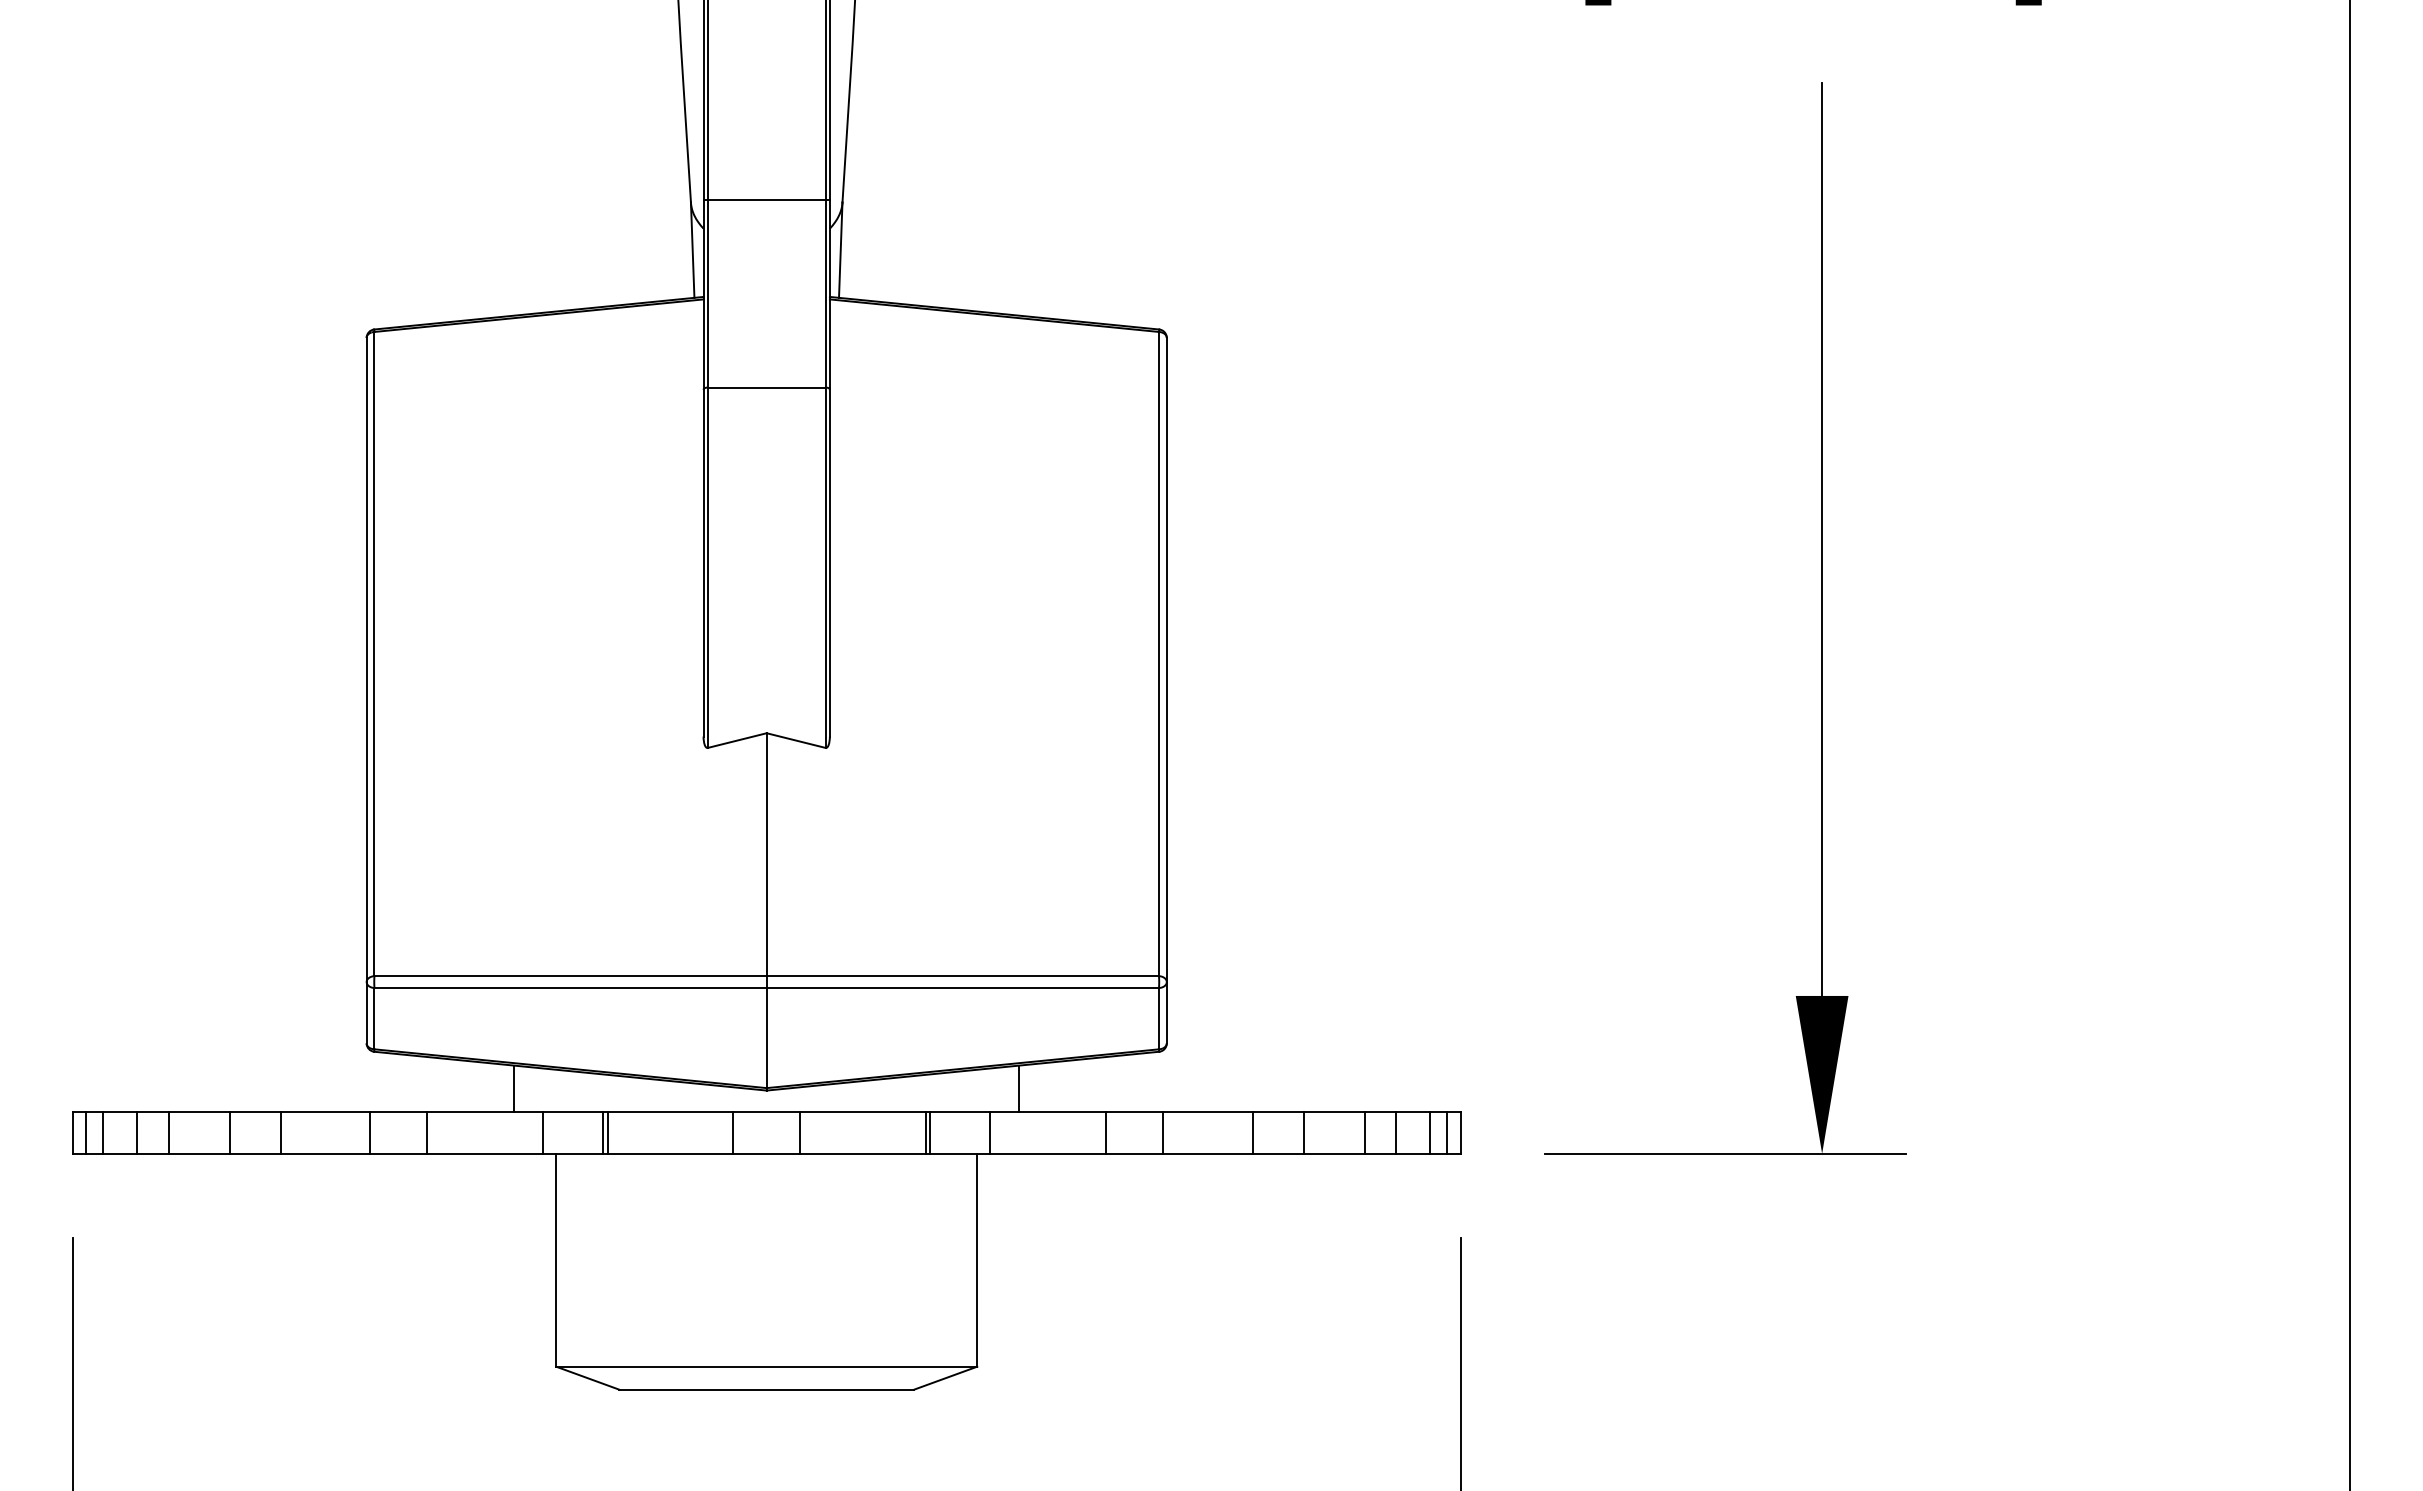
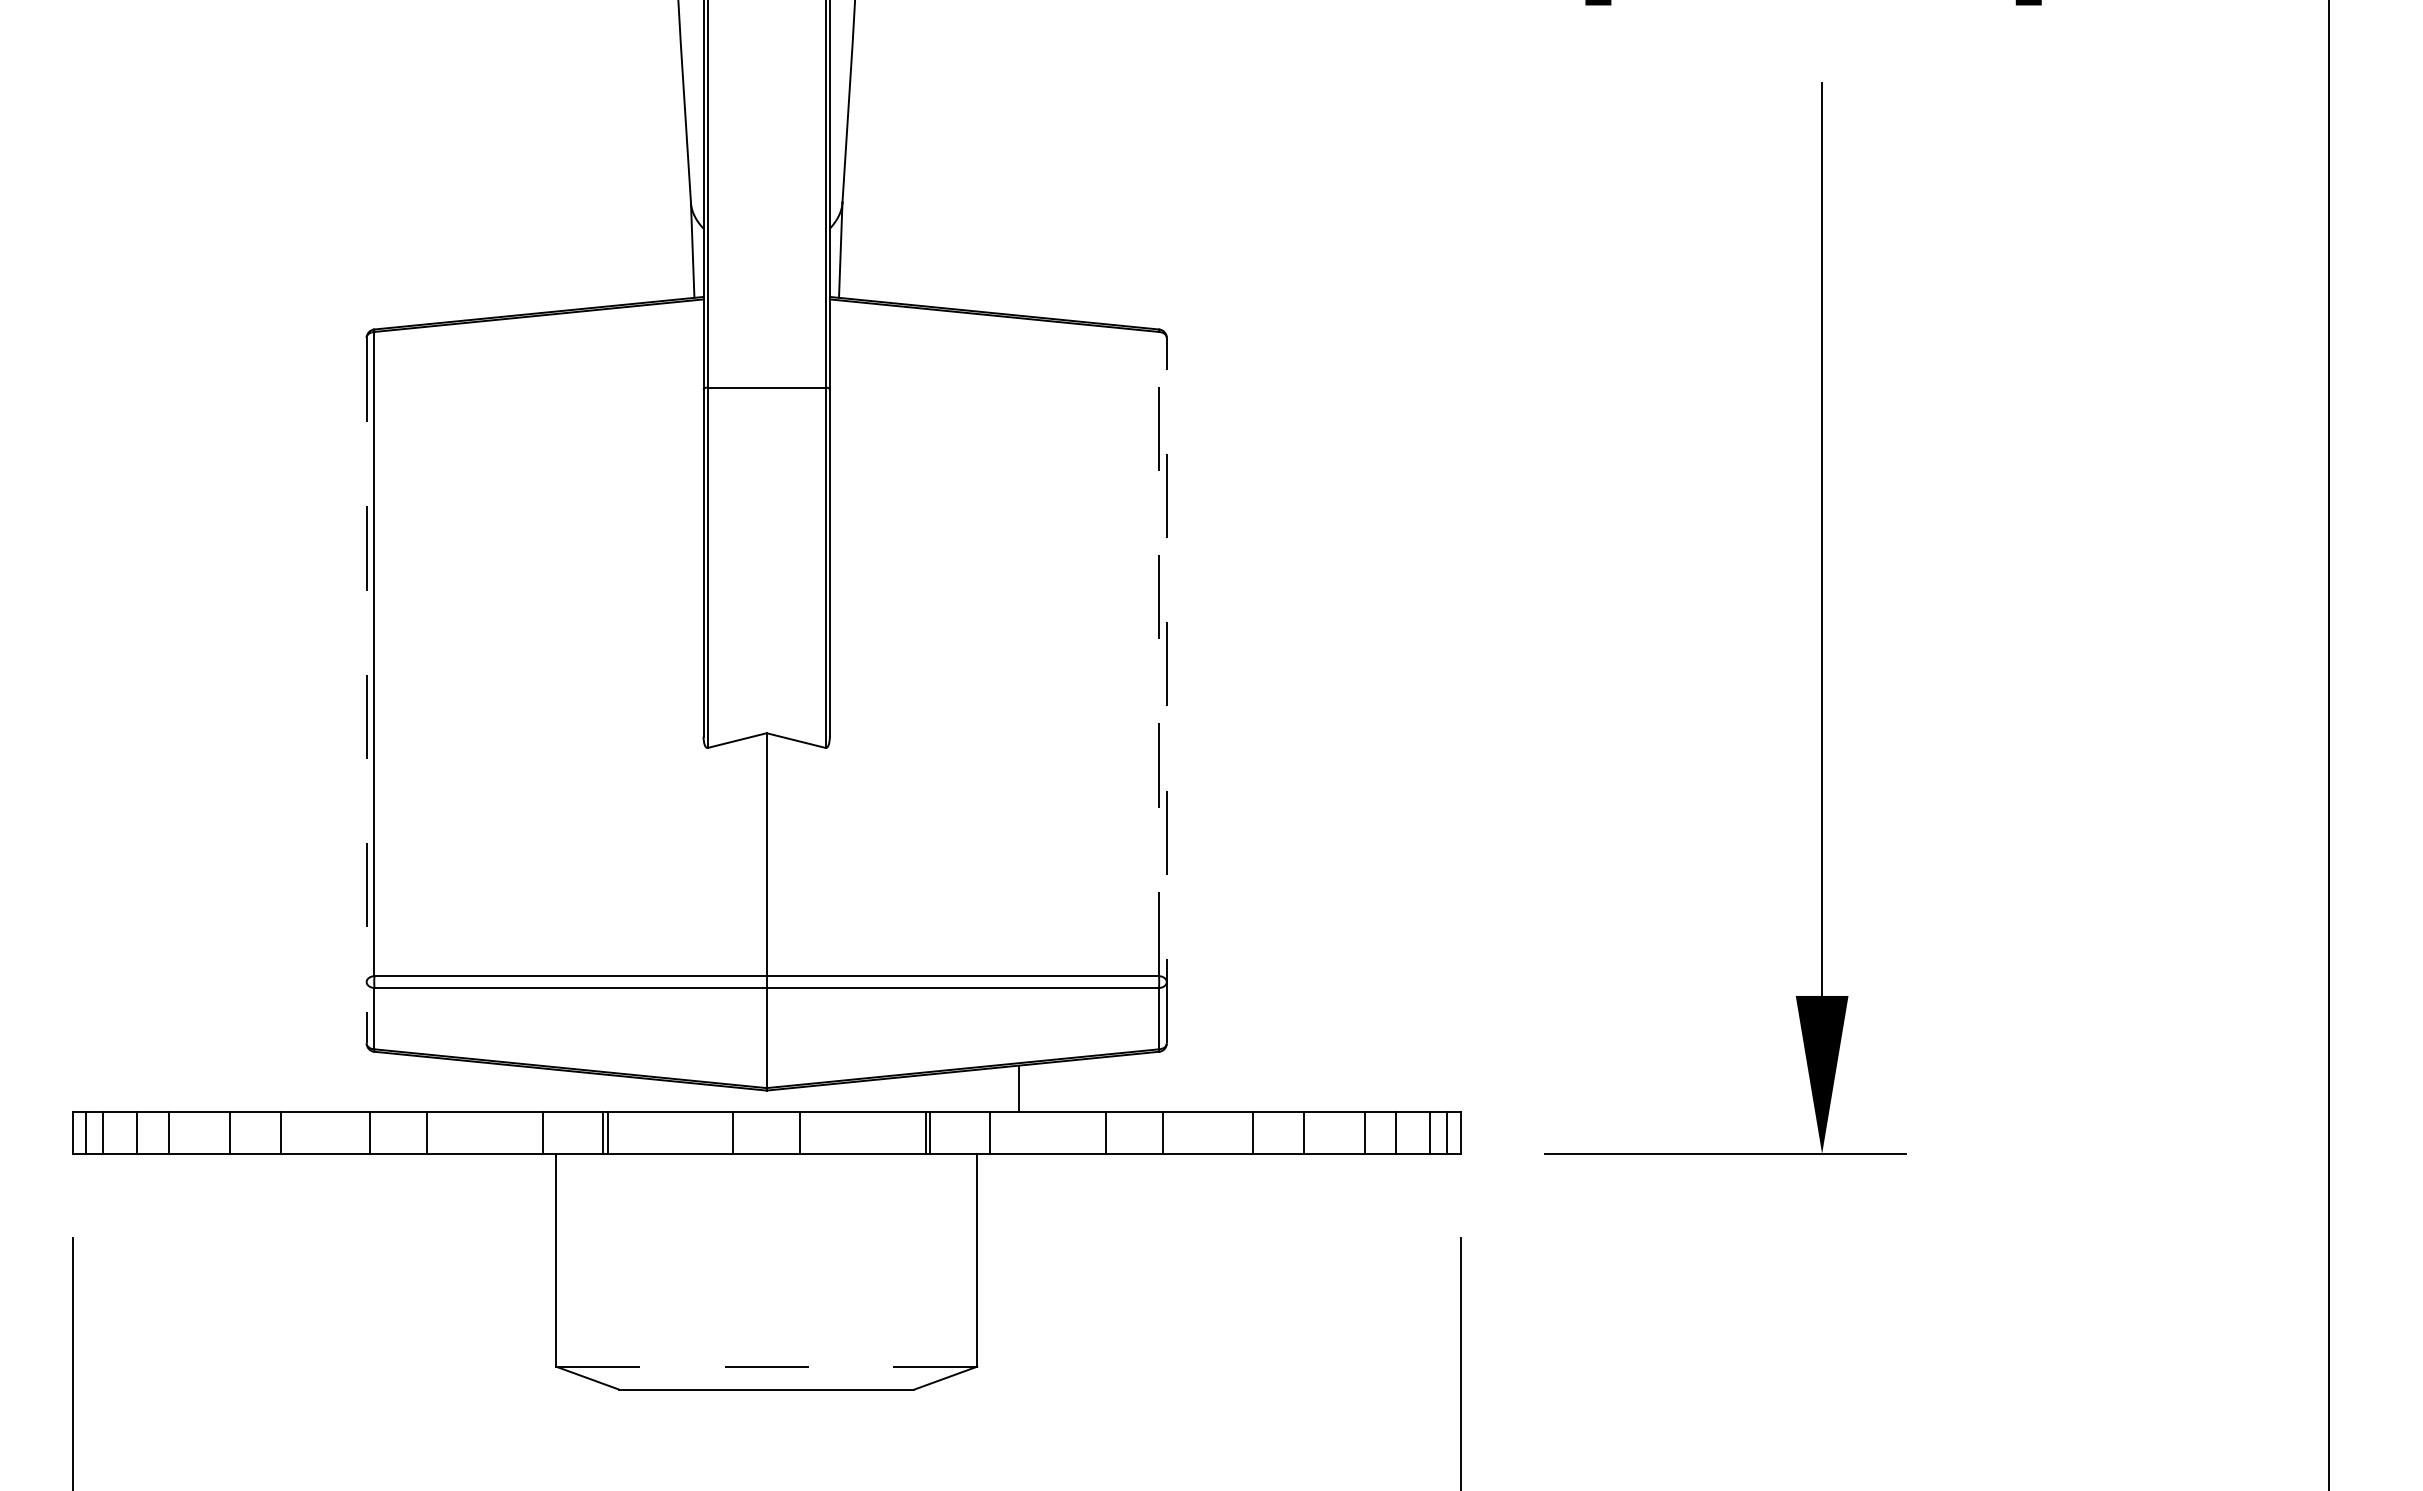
line at (766, 200): present -> none
line at (1158, 653): solid -> dashed
line at (366, 690): solid -> dashed
line at (1166, 690): solid -> dashed
line at (2350, 744) position: (2350, 744) -> (2329, 744)
line at (514, 1088): present -> none
line at (766, 1366): solid -> dashed
